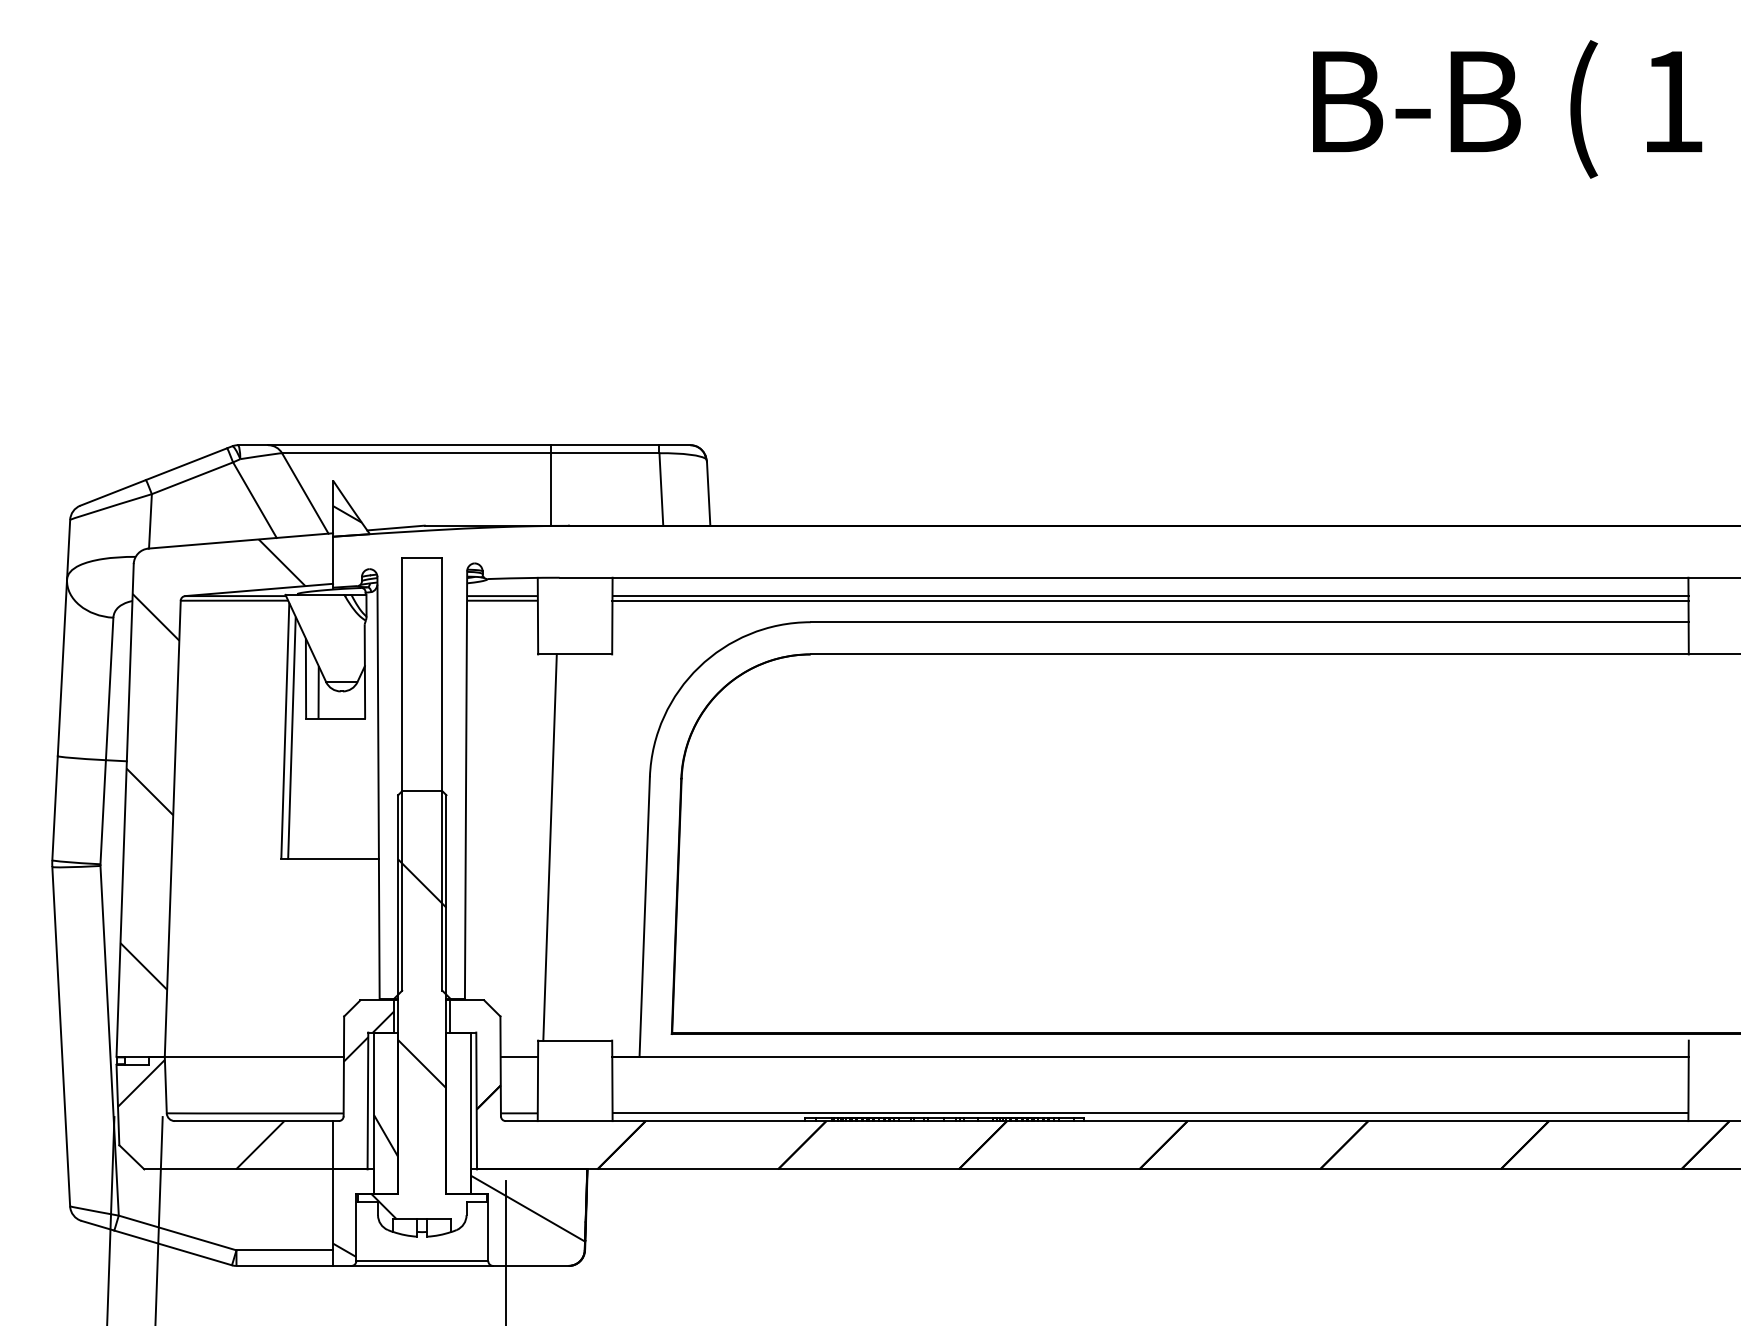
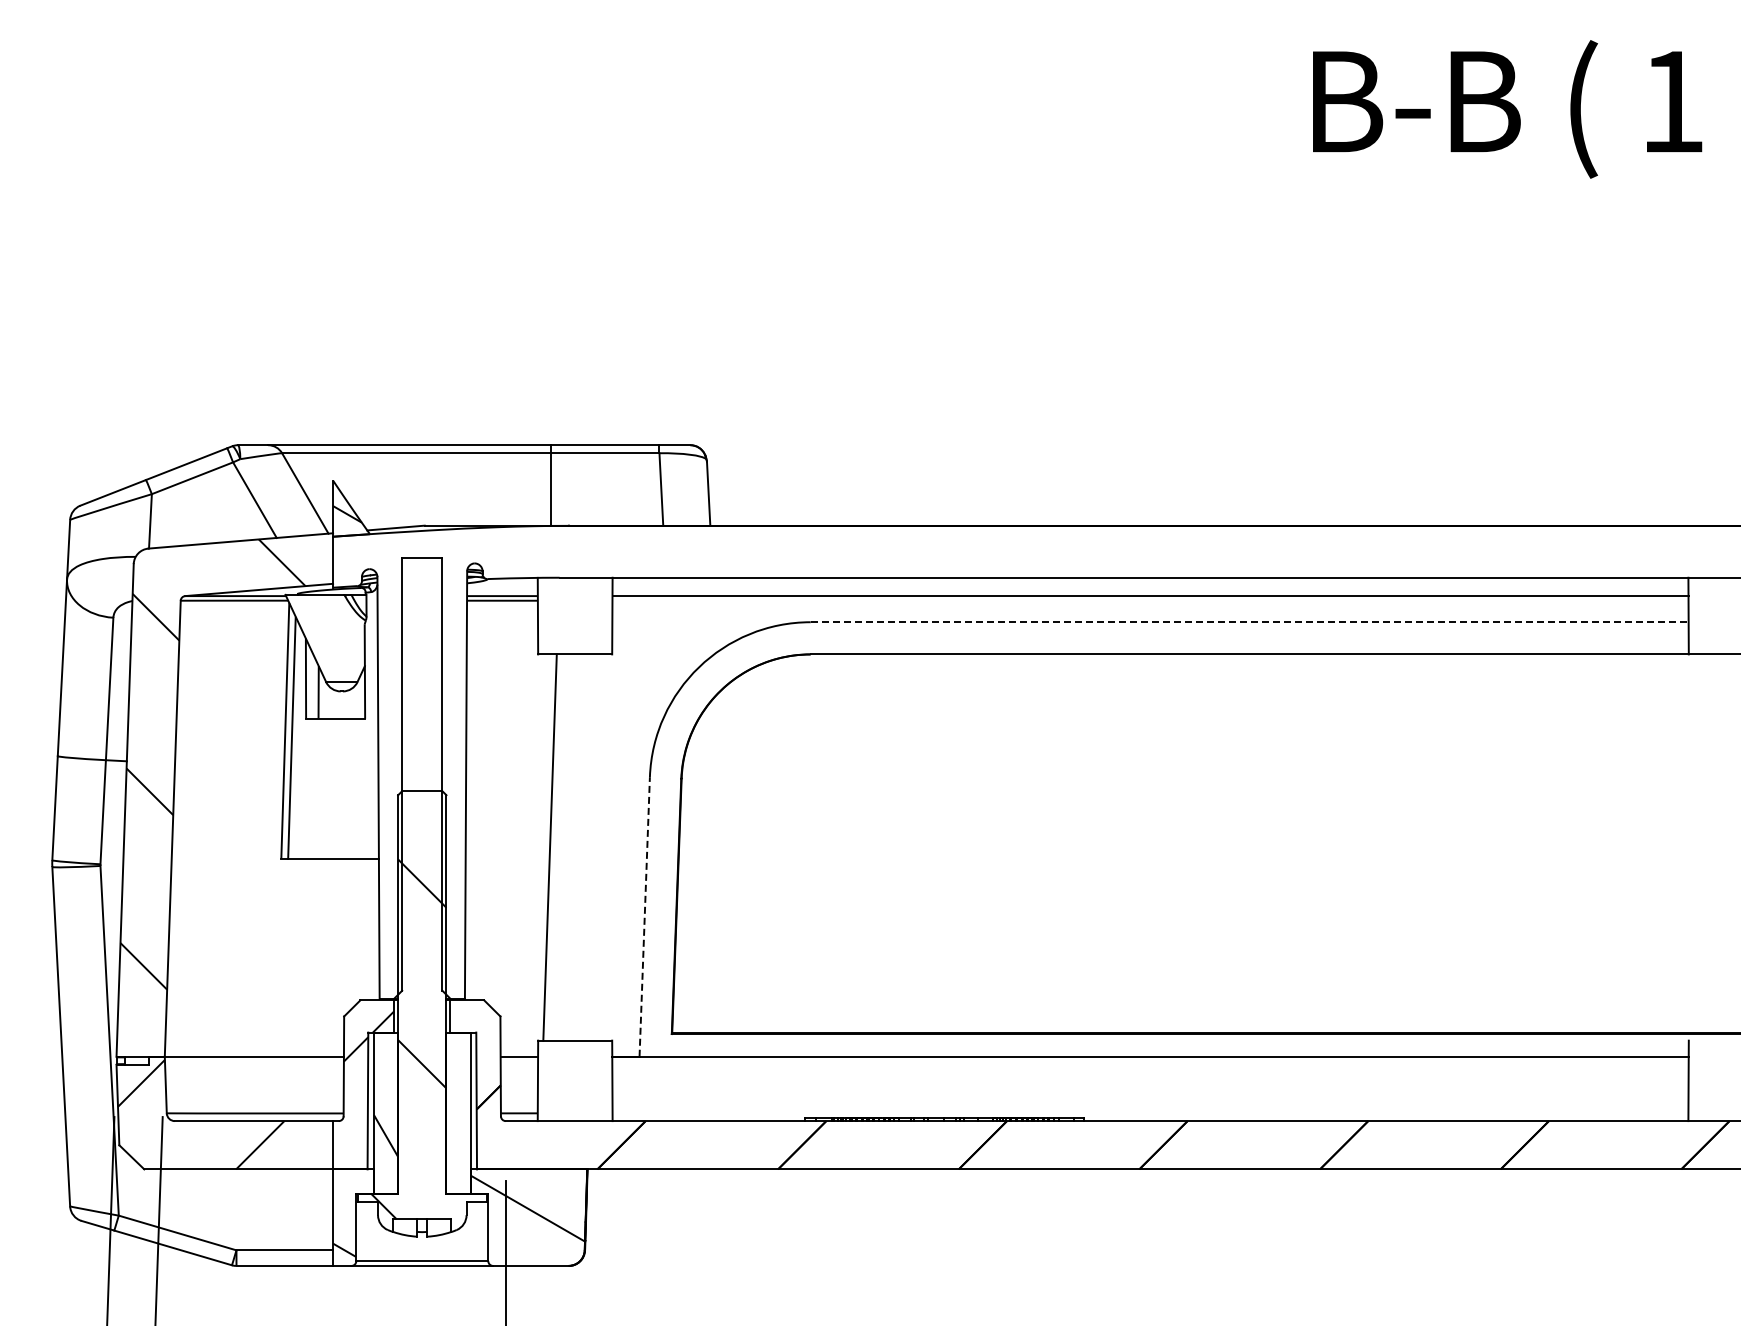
line at (1150, 600): present -> none
line at (1249, 622): solid -> dashed
line at (644, 916): solid -> dashed
line at (1150, 1113): present -> none
